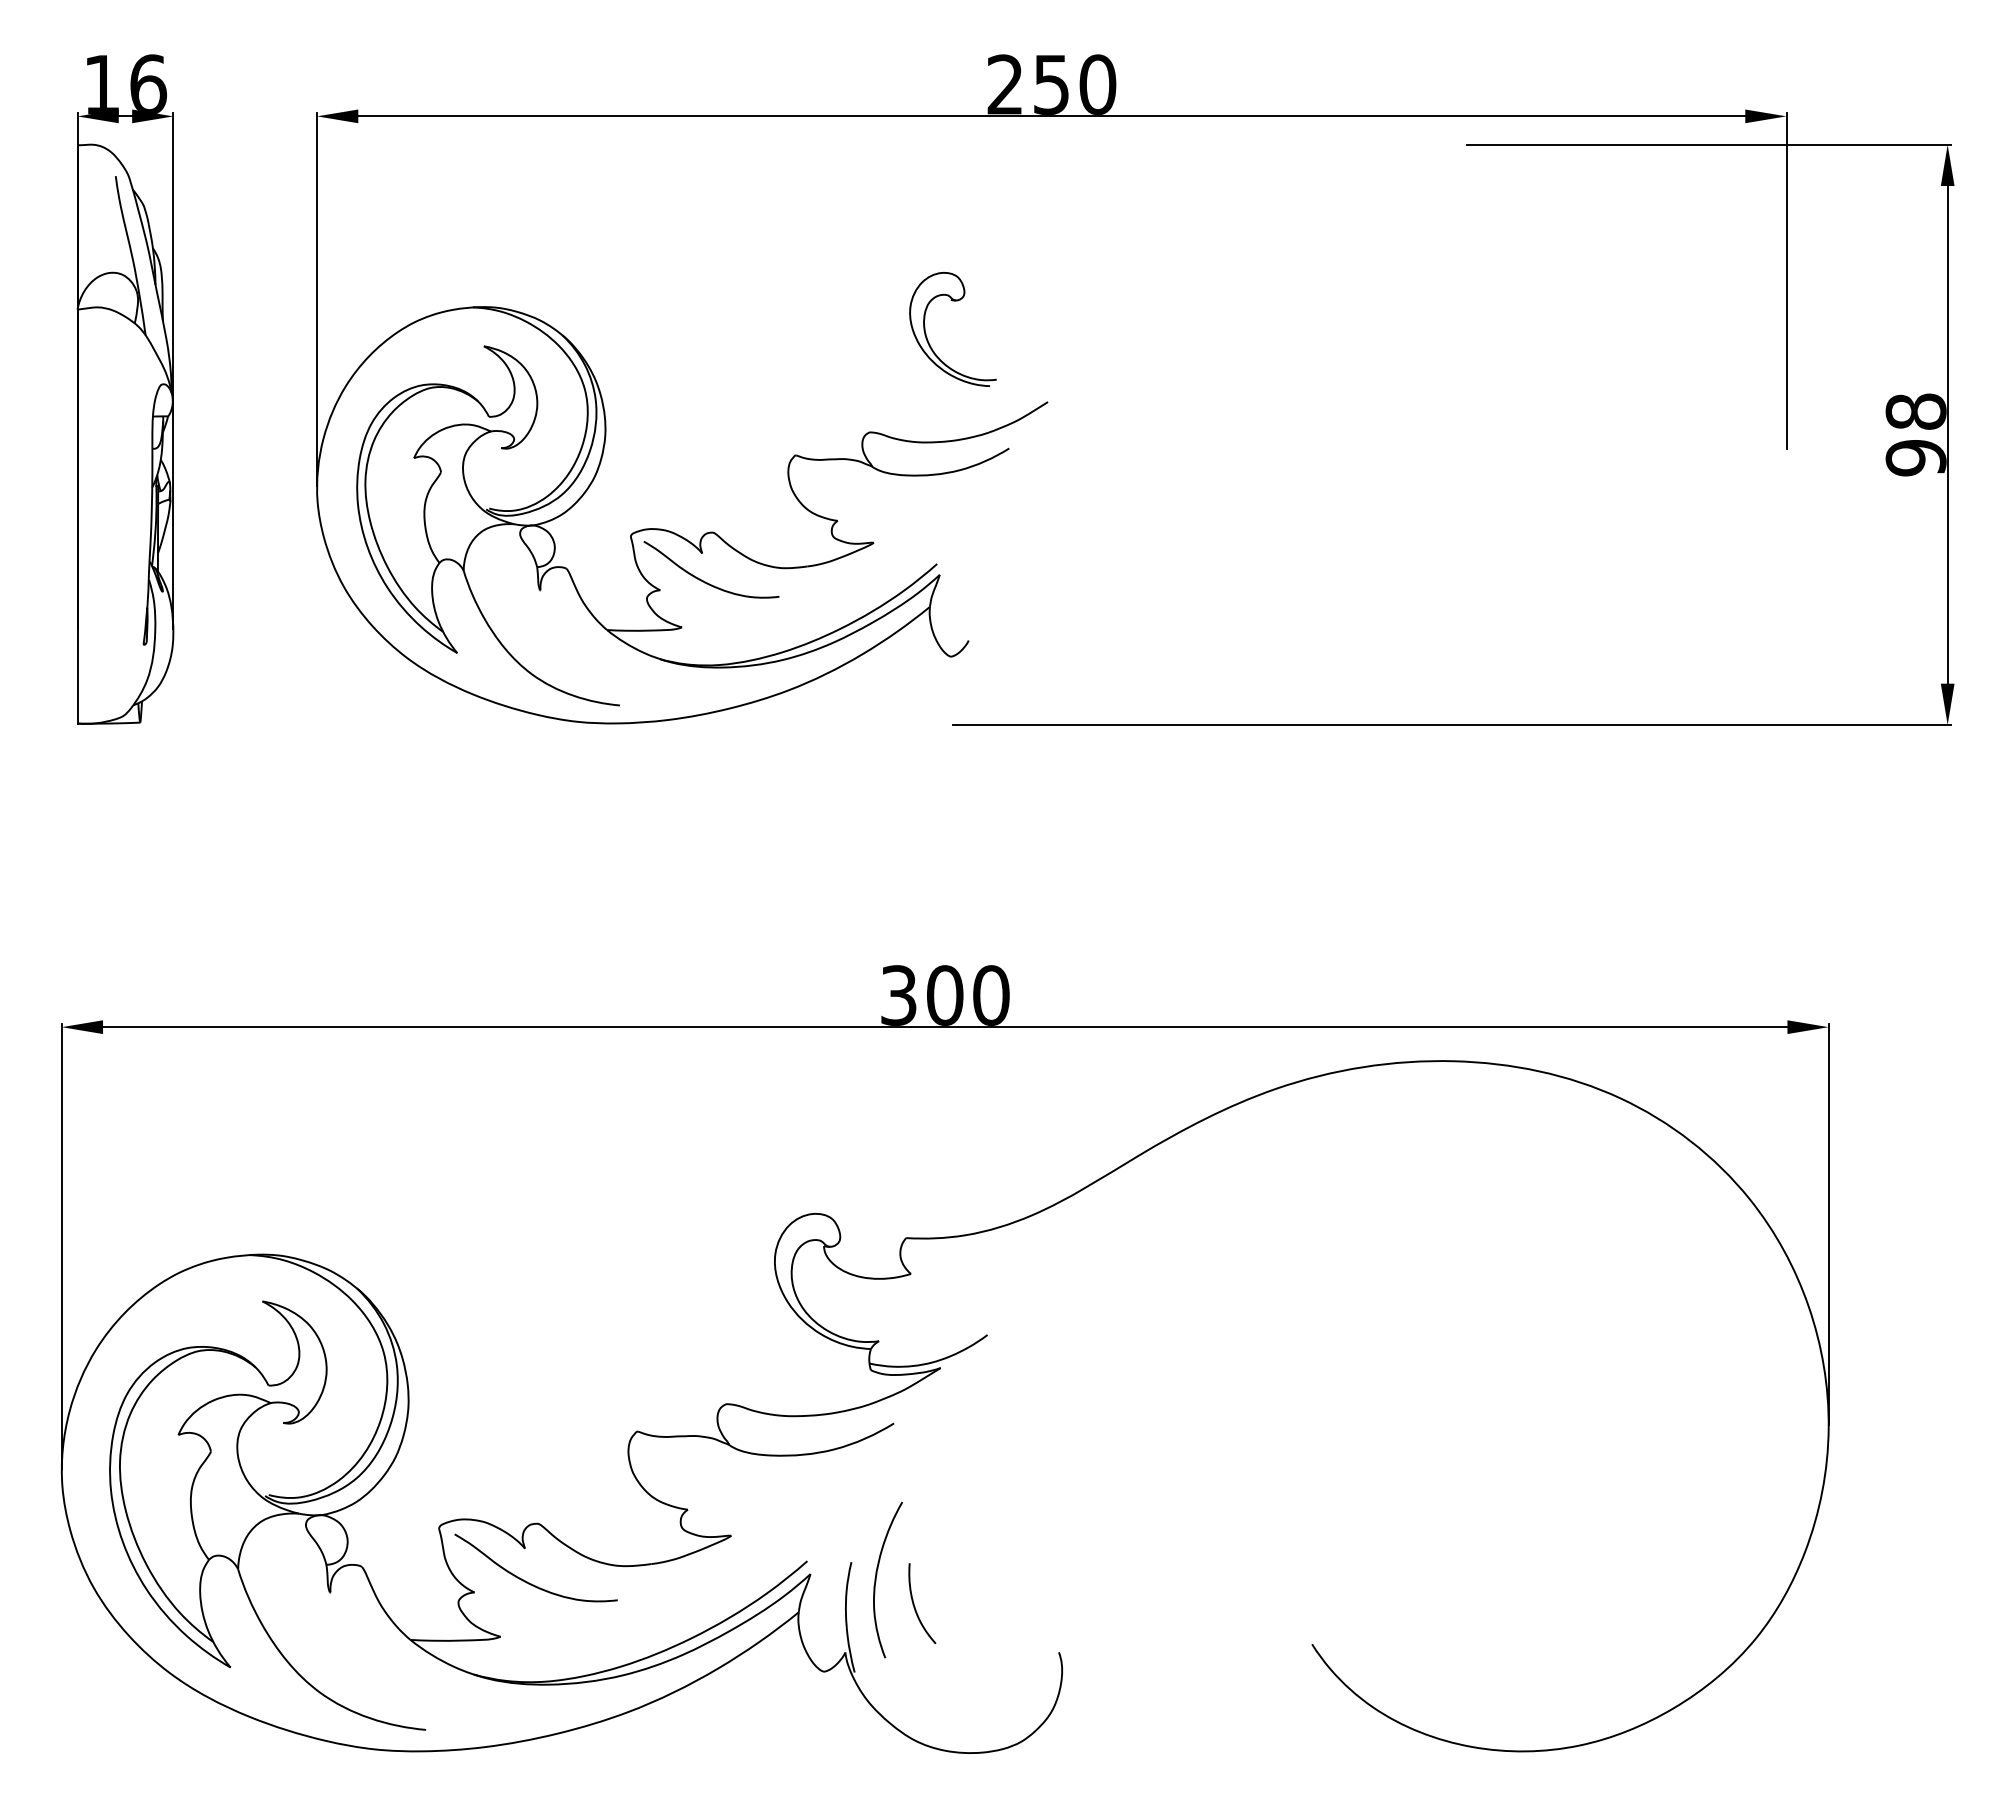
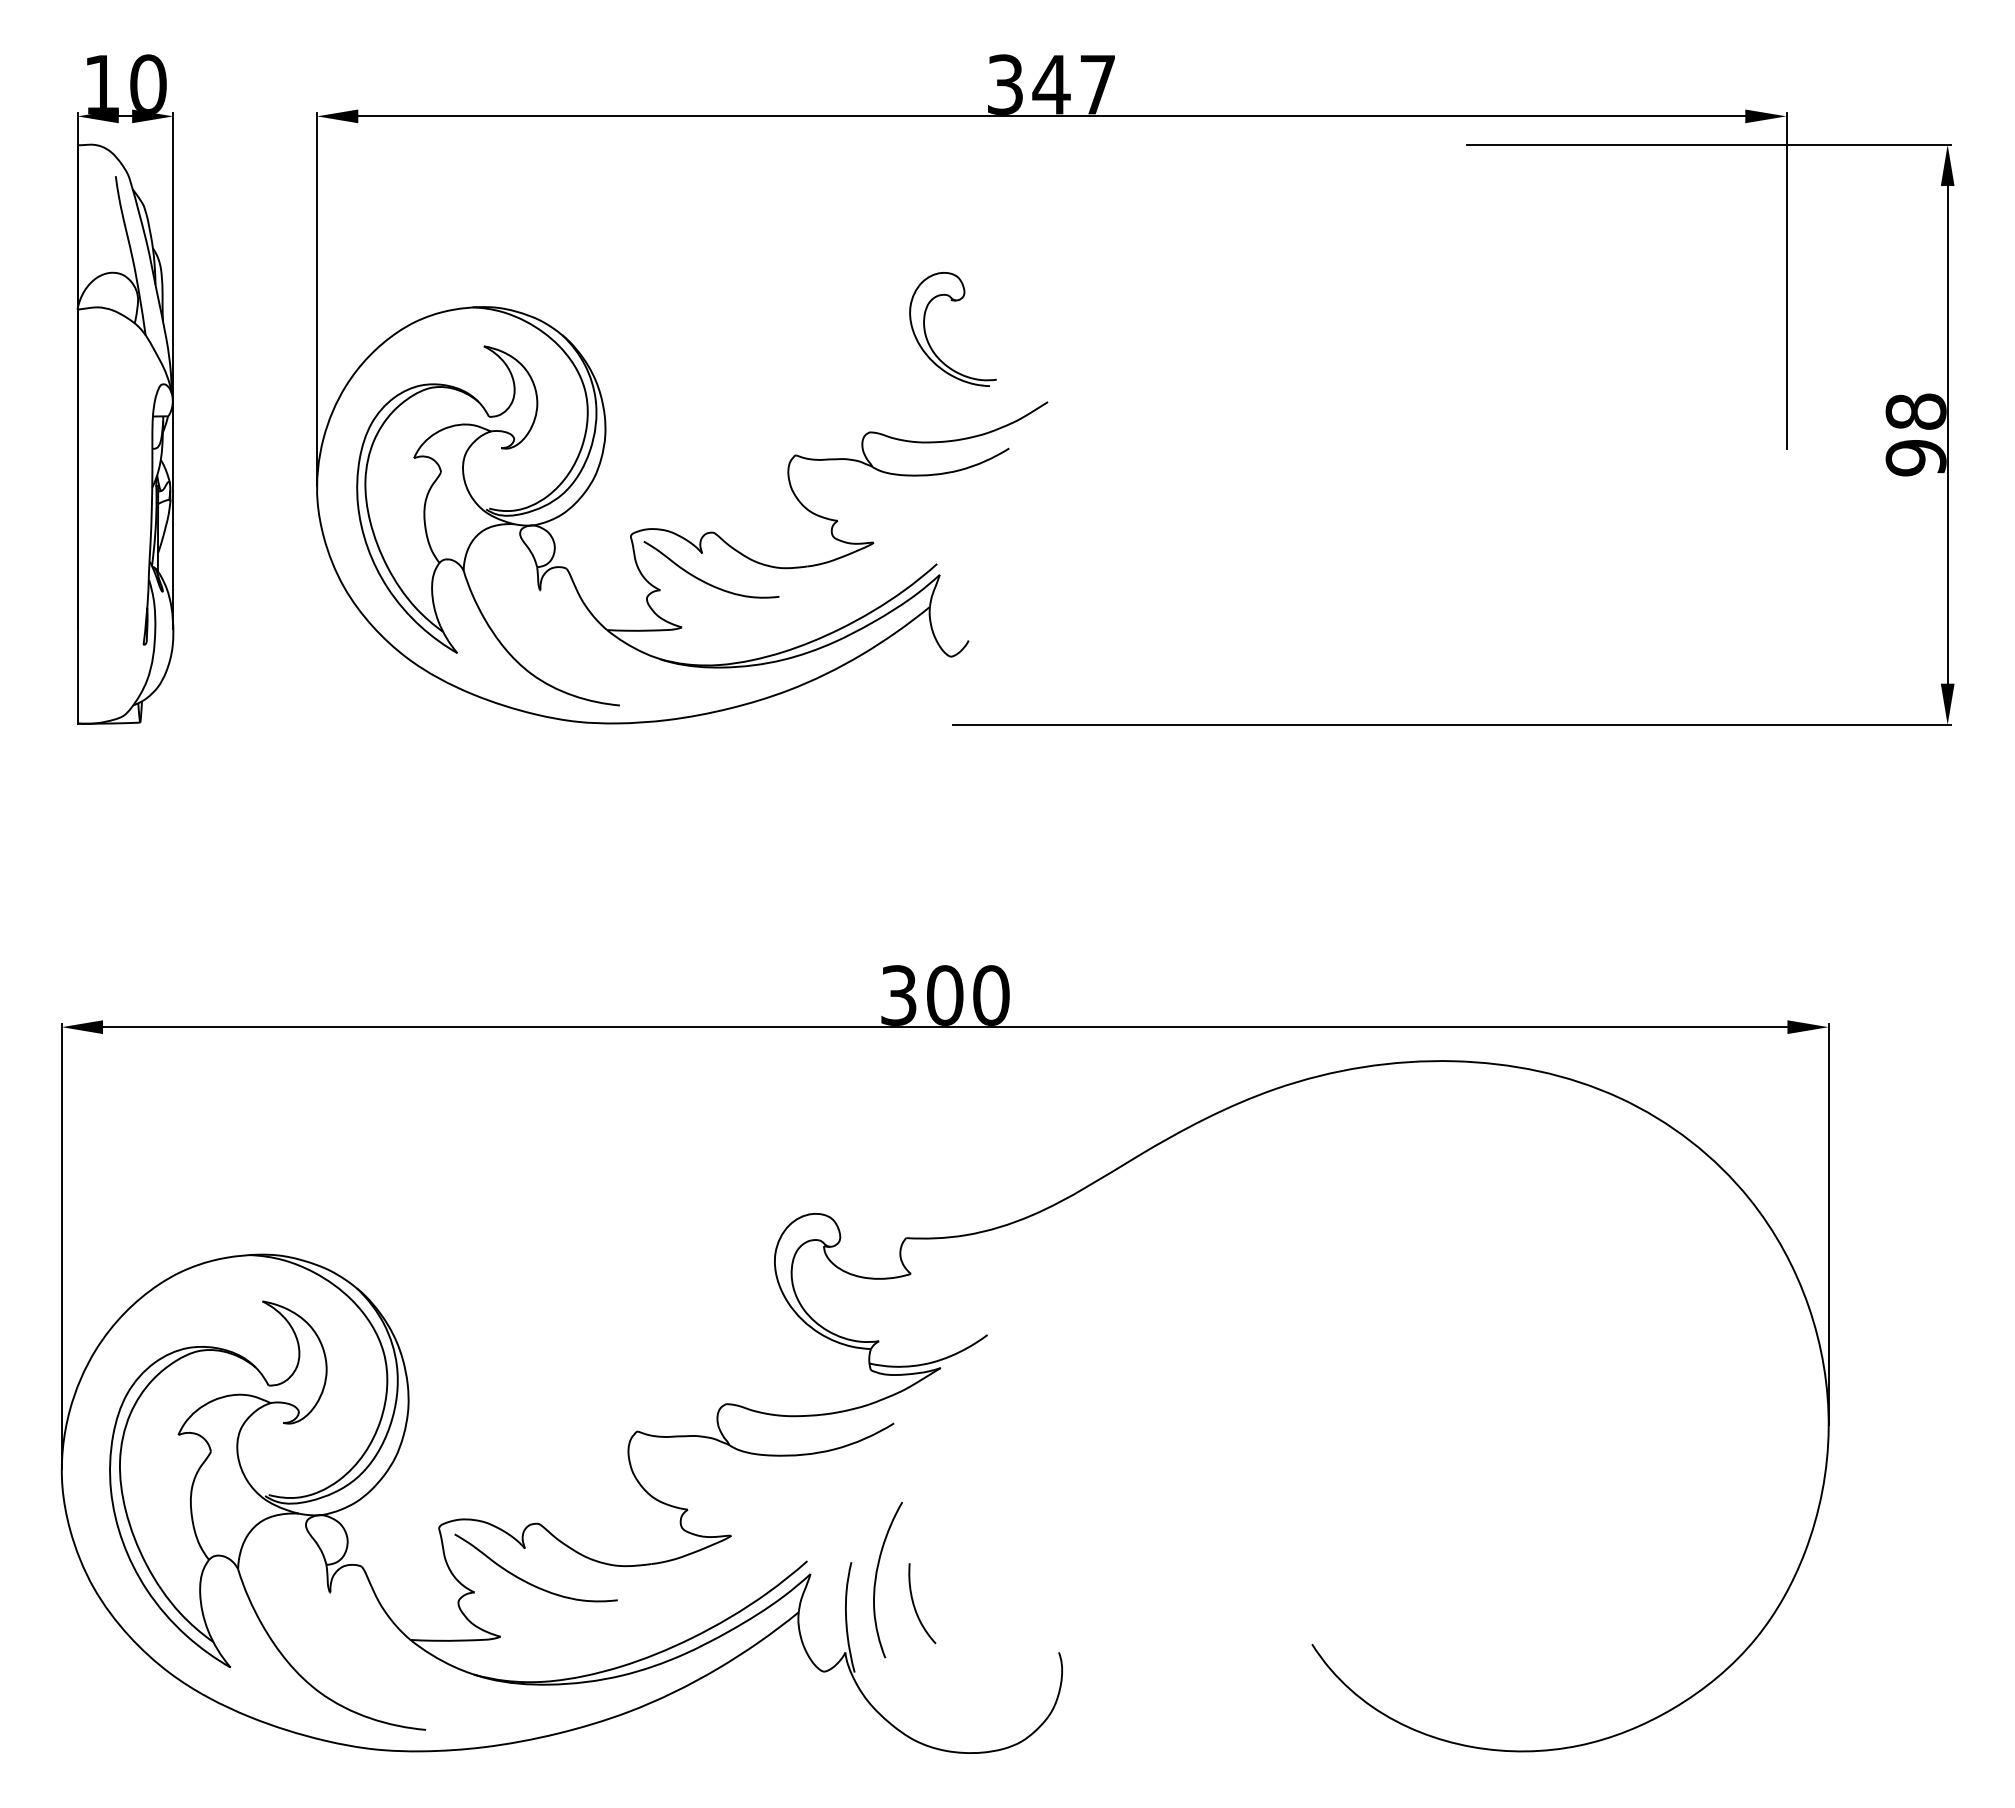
text at (148, 83): 16 -> 10
text at (1051, 84): 250 -> 347
